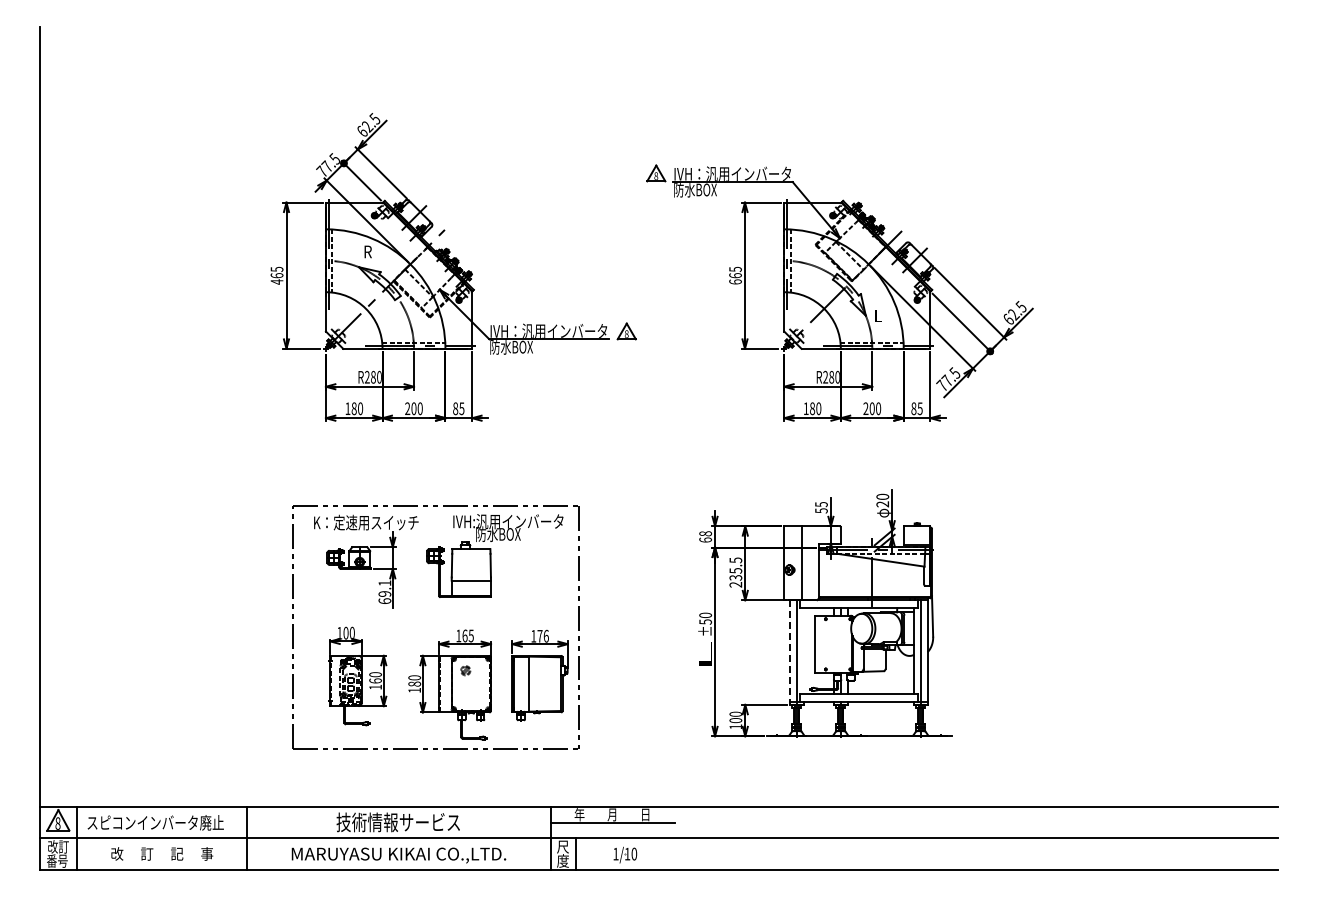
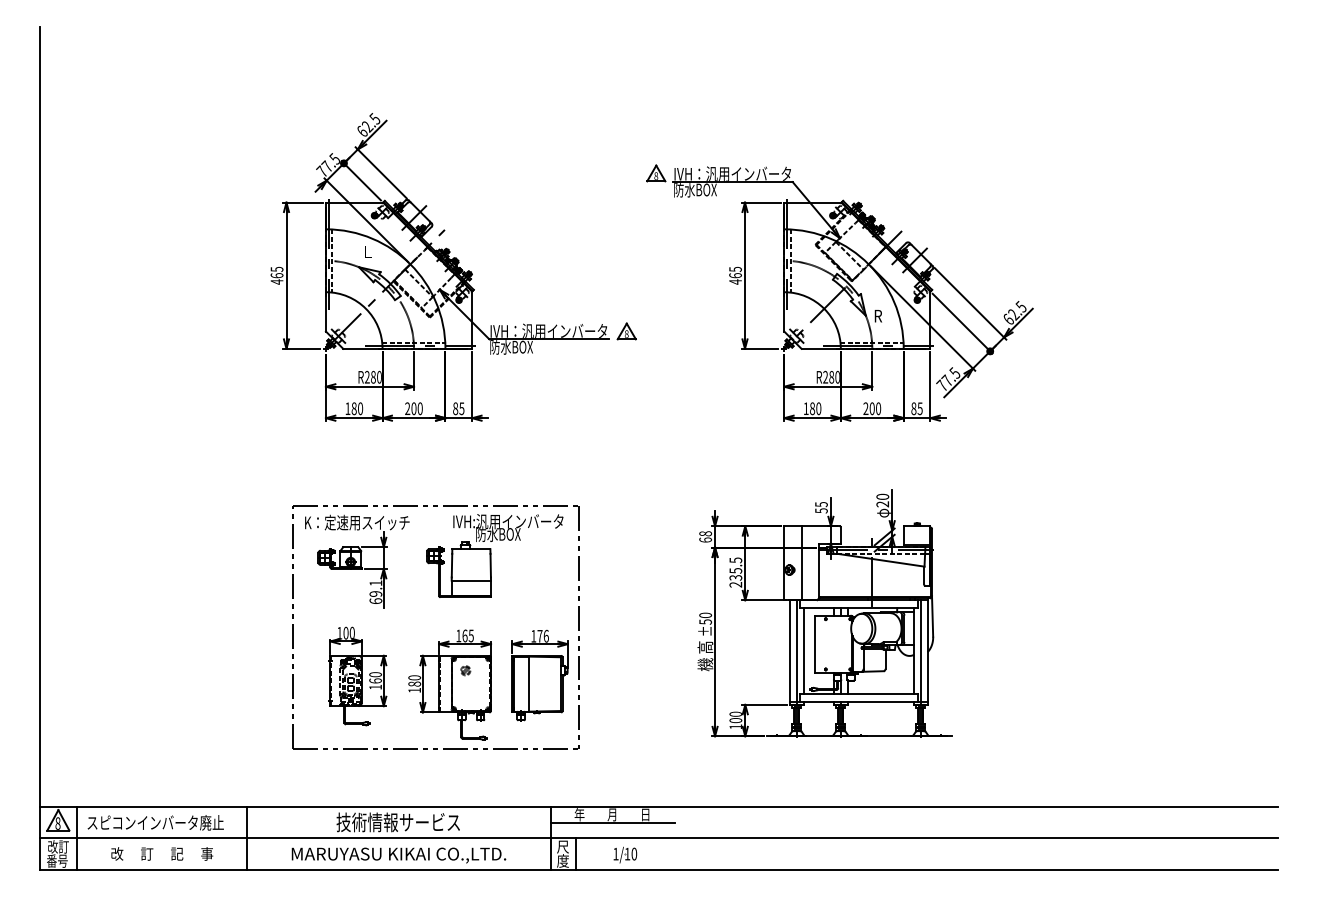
text at (367, 251): R -> L
text at (735, 281): 665 -> 465
text at (878, 315): L -> R
part at (366, 561) position: (366, 561) -> (357, 561)
line at (803, 651): none -> present
line at (790, 653): dashed -> solid
text at (705, 656): L -> 機 高
